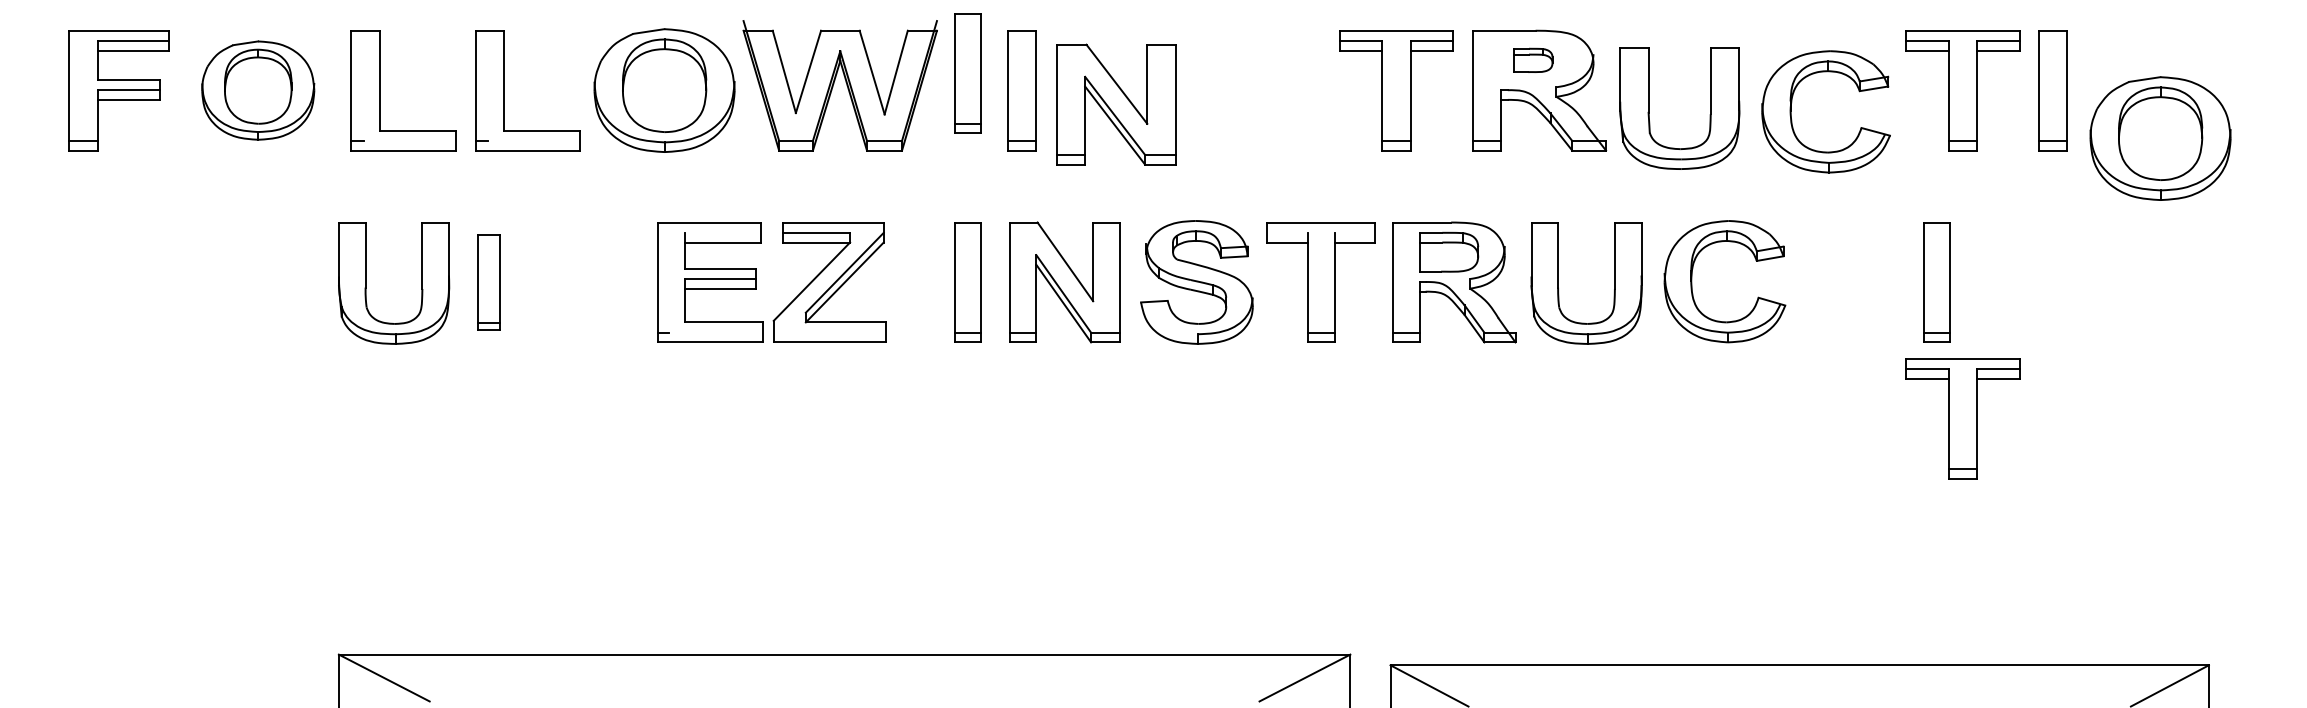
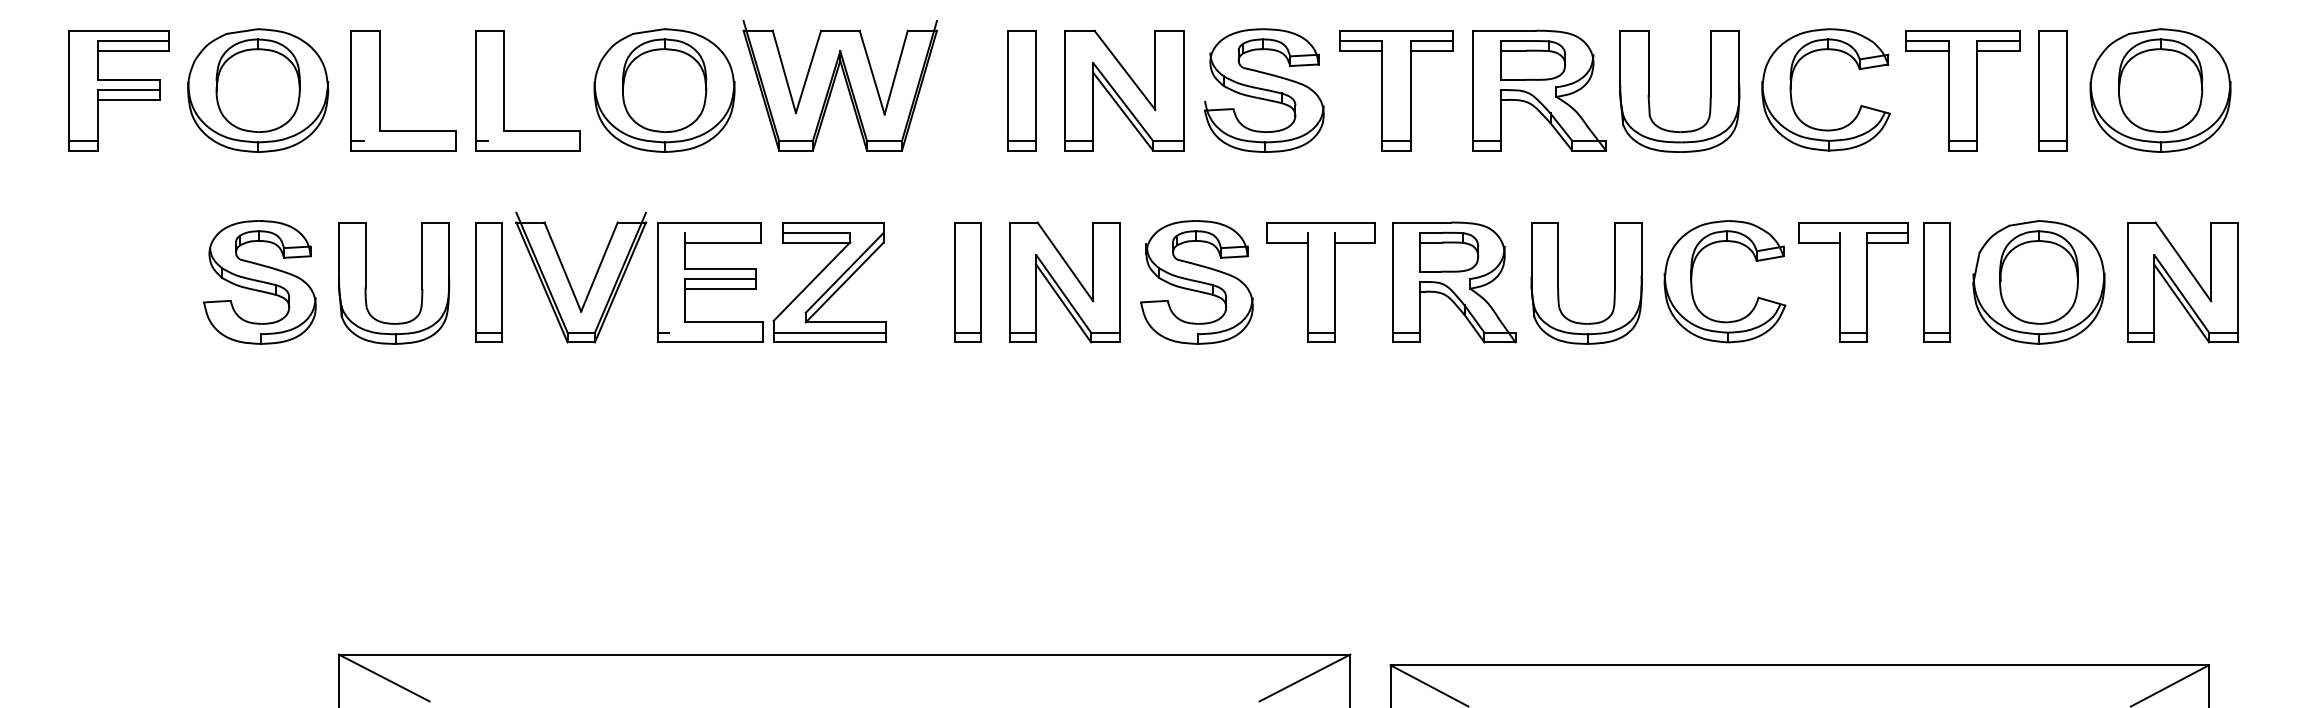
part at (1533, 59) size: 41x26 px -> 67x41 px
part at (967, 73): present -> none
part at (258, 90) size: 115x101 px -> 143x125 px
part at (1264, 90): none -> present
part at (1116, 104) position: (1116, 104) -> (1124, 90)
part at (1649, 108) position: (1649, 108) -> (1649, 91)
part at (1791, 111) position: (1791, 111) -> (1791, 89)
part at (2160, 138) position: (2160, 138) -> (2160, 90)
part at (259, 282): none -> present
part at (488, 282) size: 24x97 px -> 28x121 px
part at (570, 282): none -> present
part at (1853, 282): none -> present
part at (2038, 282): none -> present
part at (2182, 282): none -> present
line at (829, 332): none -> present
part at (1962, 418): present -> none
